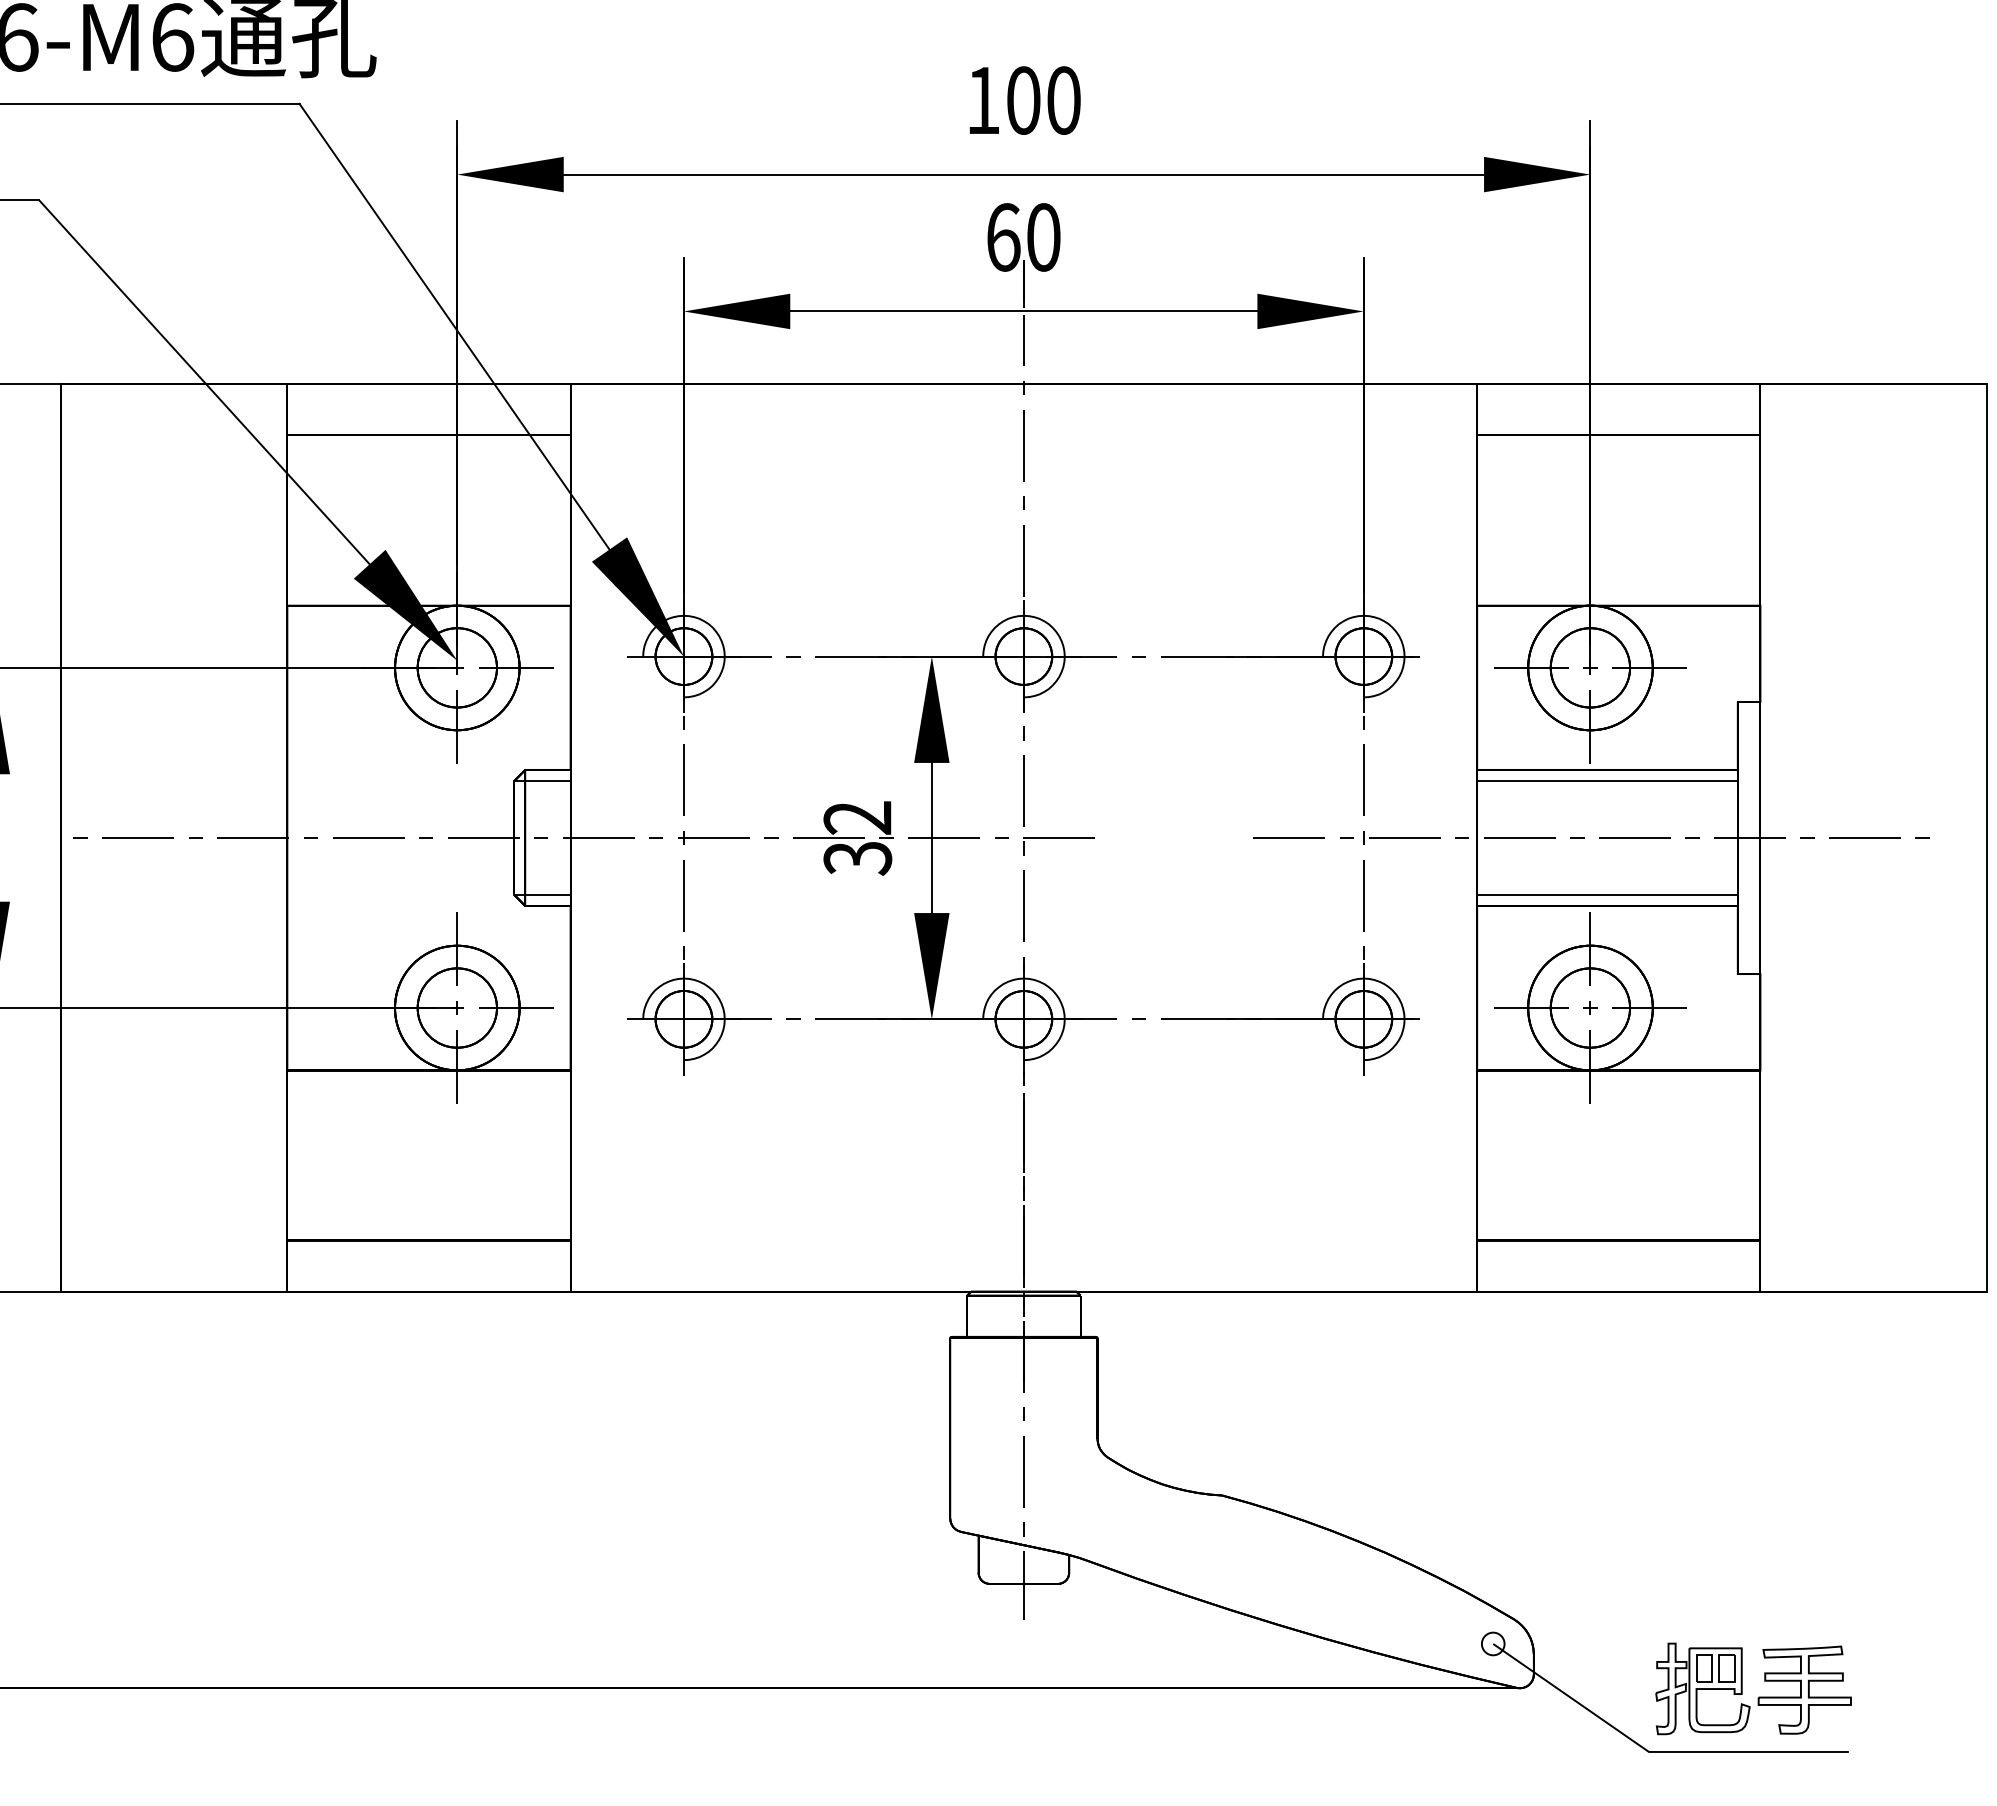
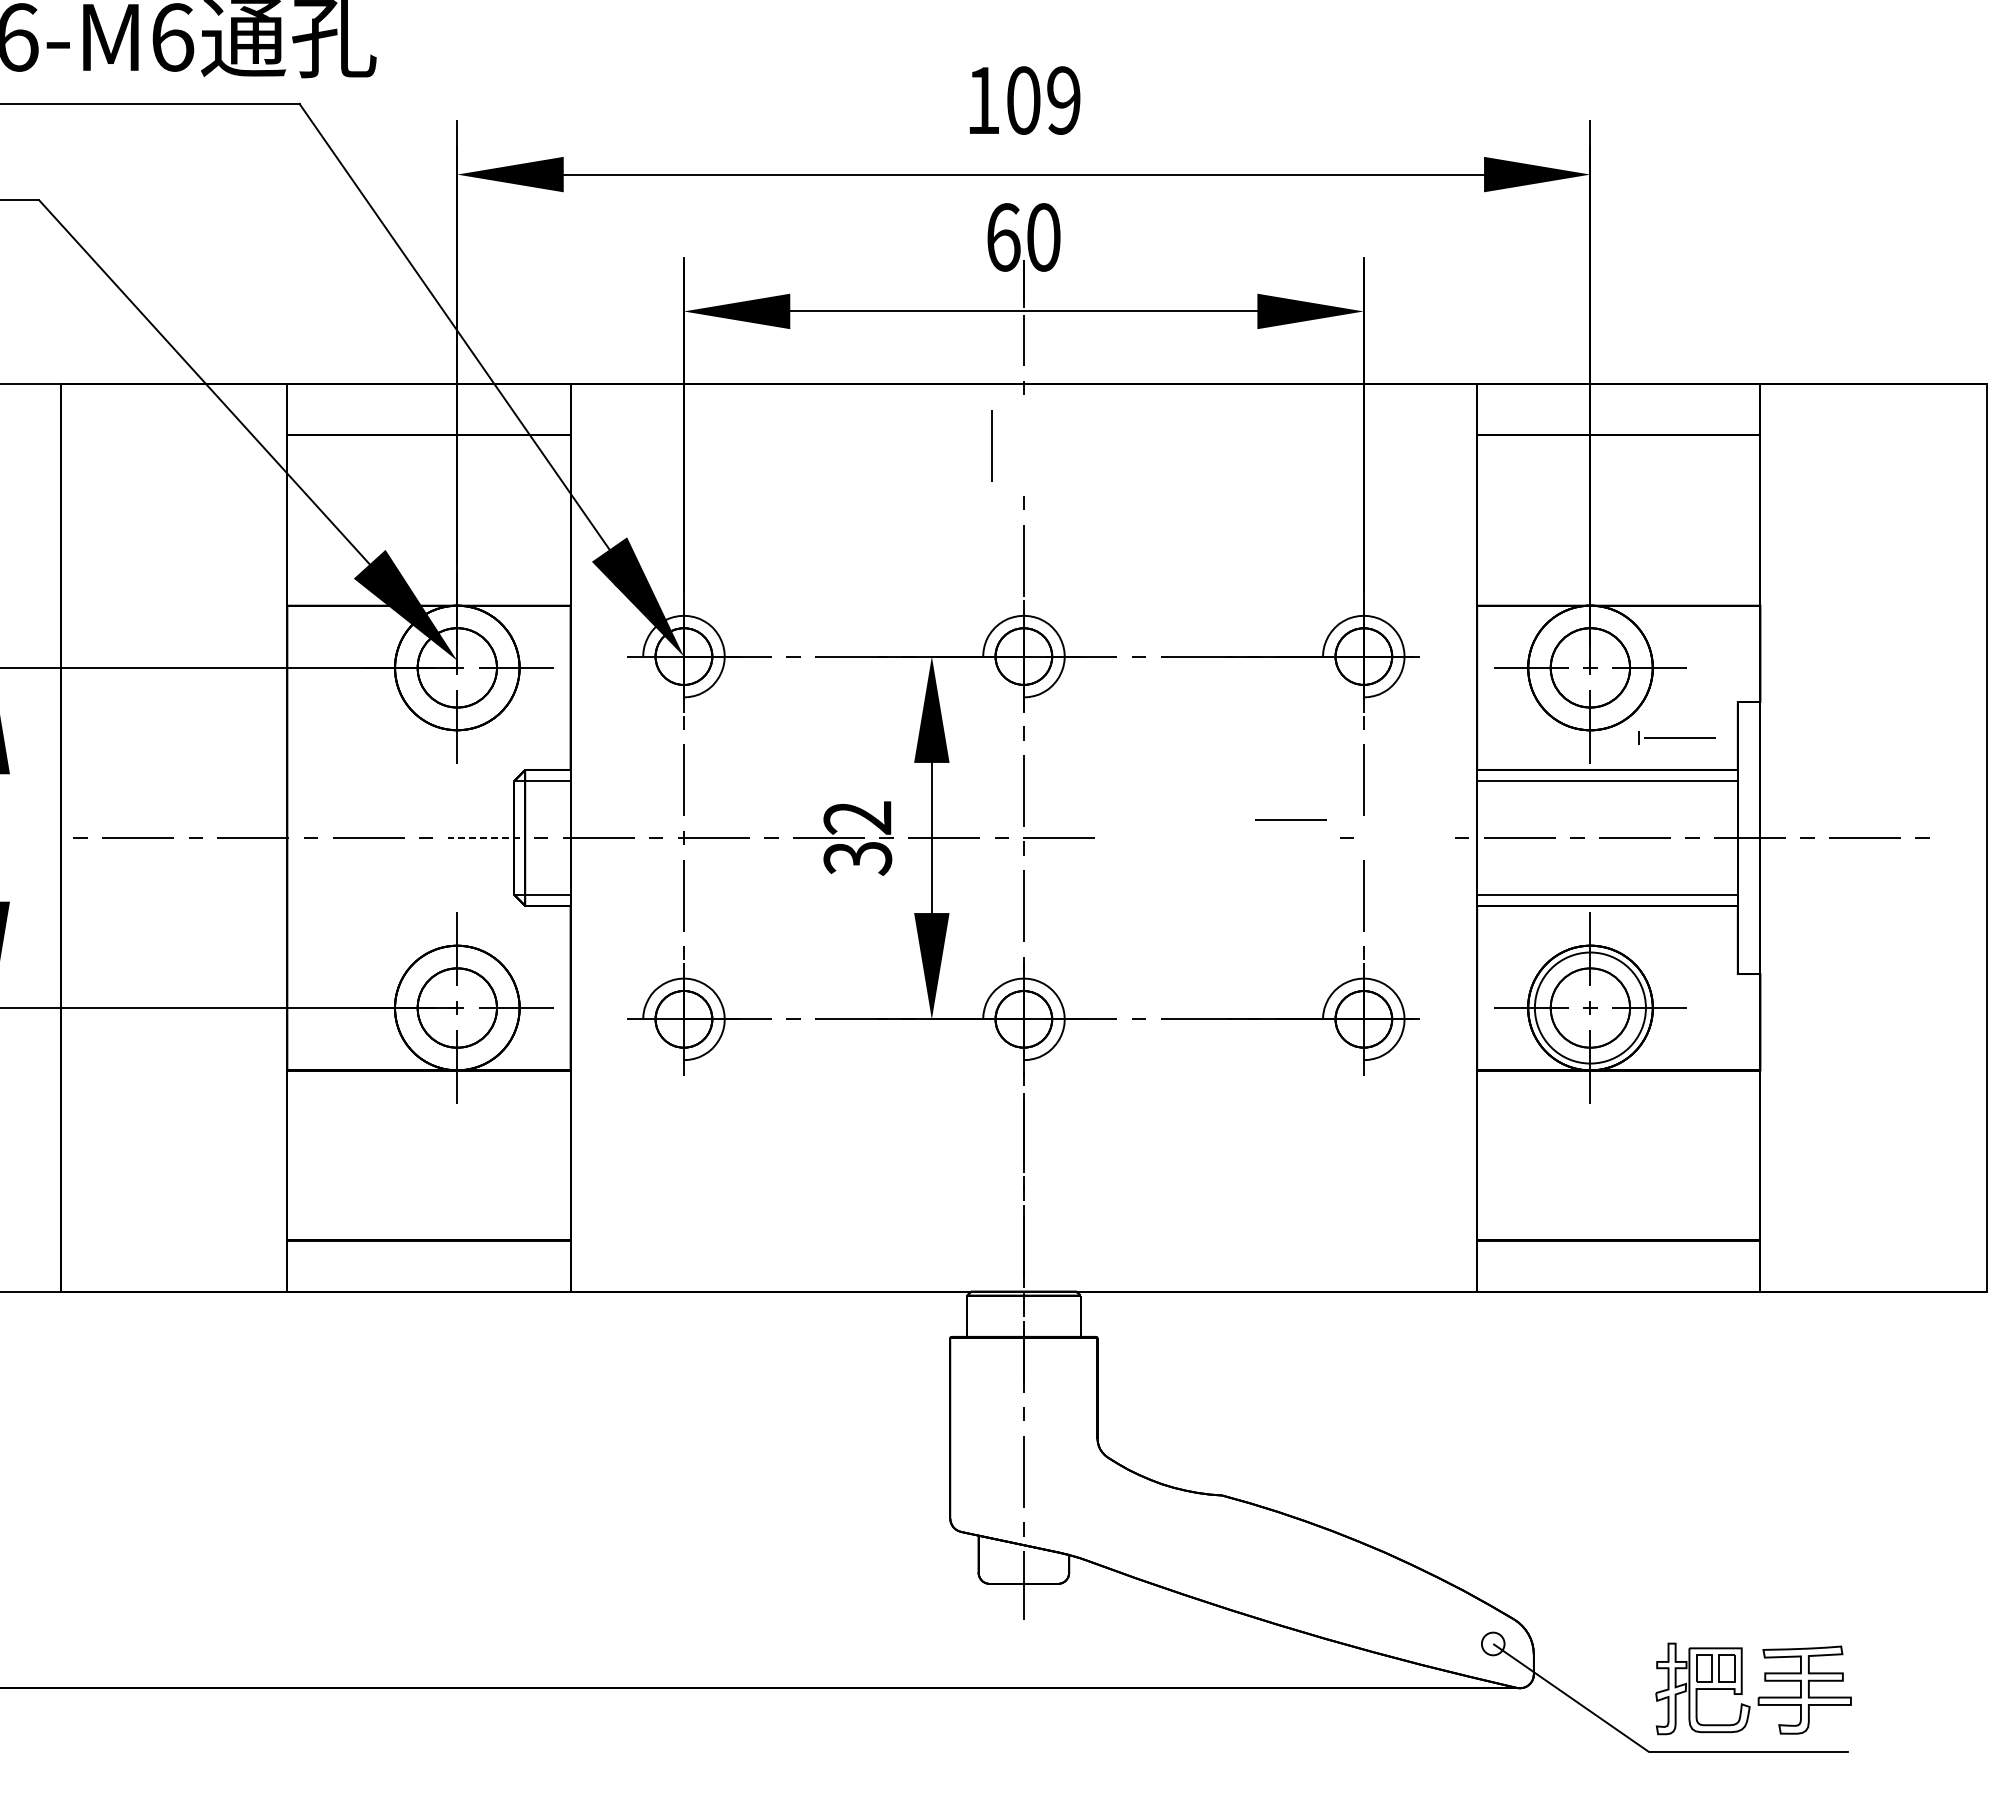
text at (1063, 100): 100 -> 109
line at (1023, 445) position: (1023, 445) -> (991, 445)
line at (1288, 837) position: (1288, 837) -> (1290, 819)
part at (1401, 837) position: (1401, 837) -> (1676, 737)
line at (483, 838): solid -> dashed
circle at (1590, 1007) diameter: 79 px -> 111 px
